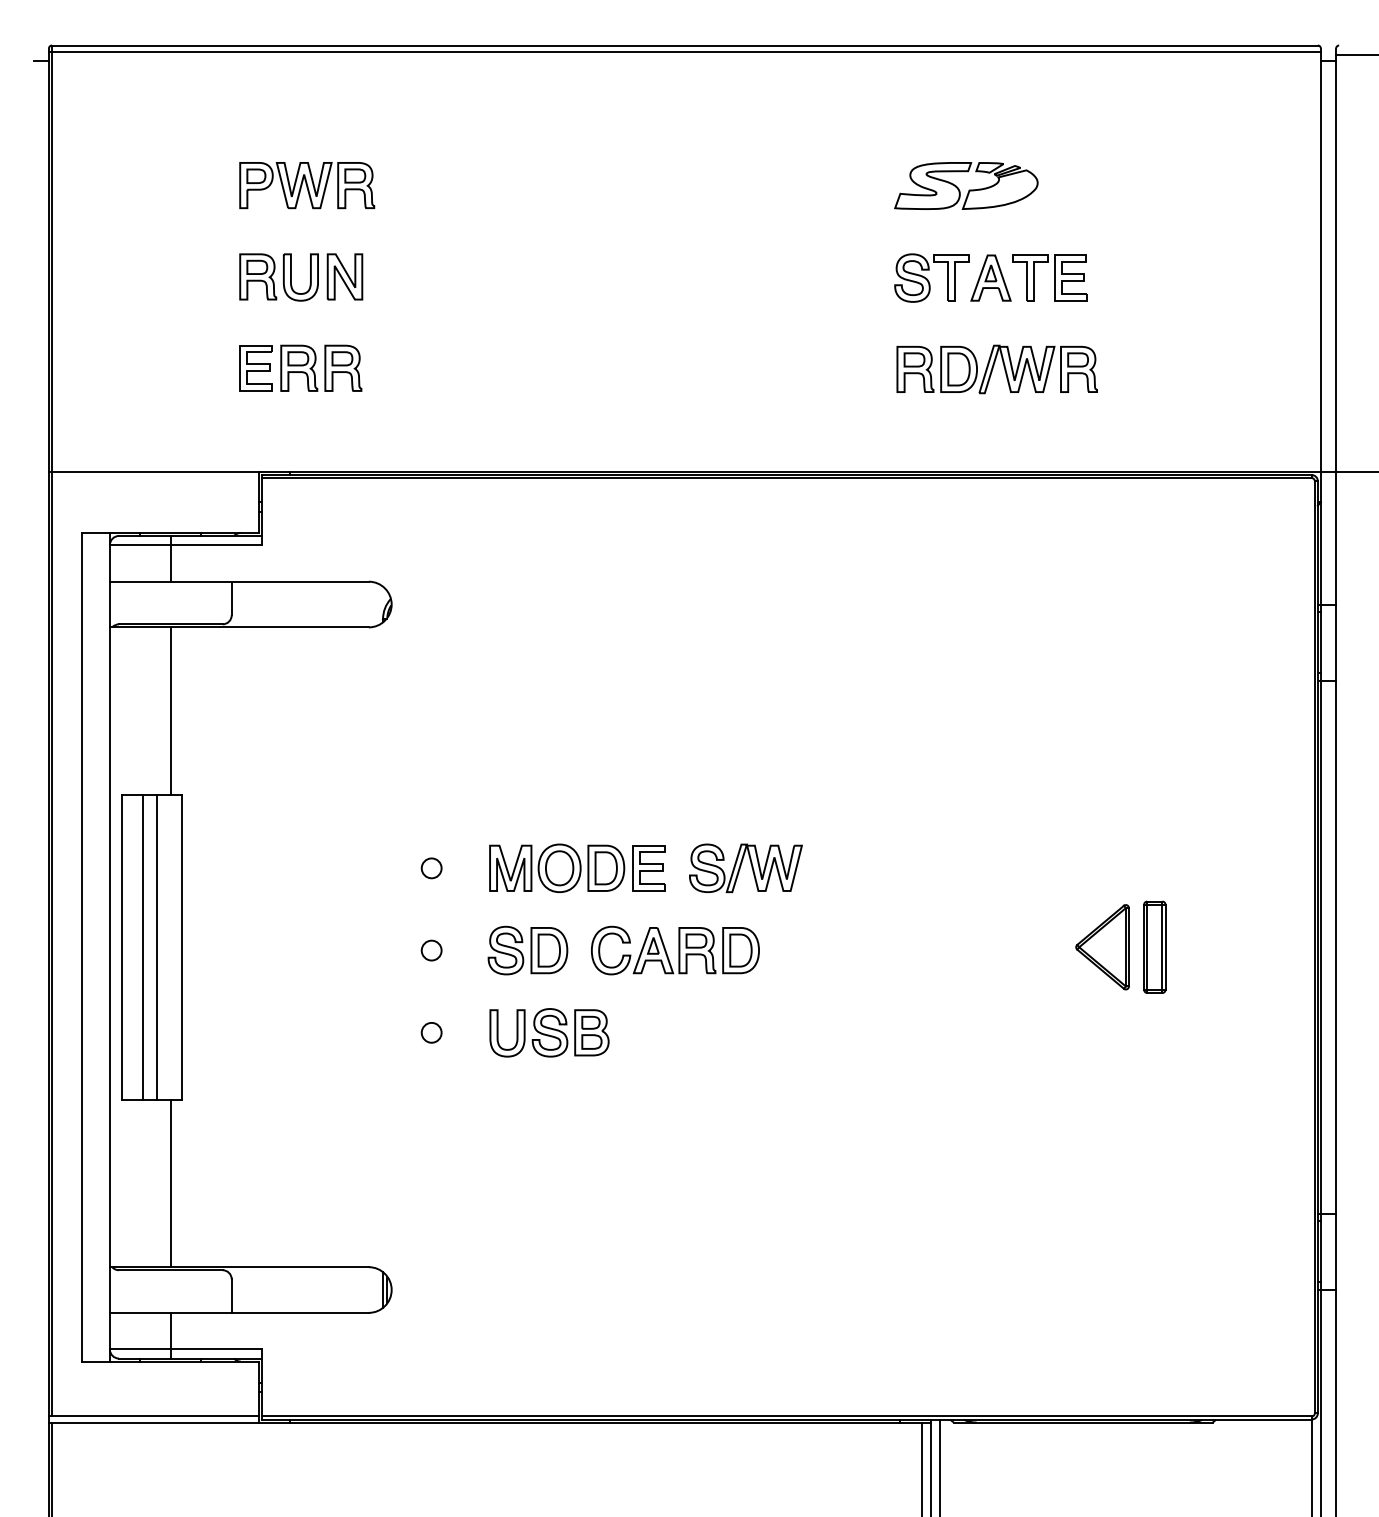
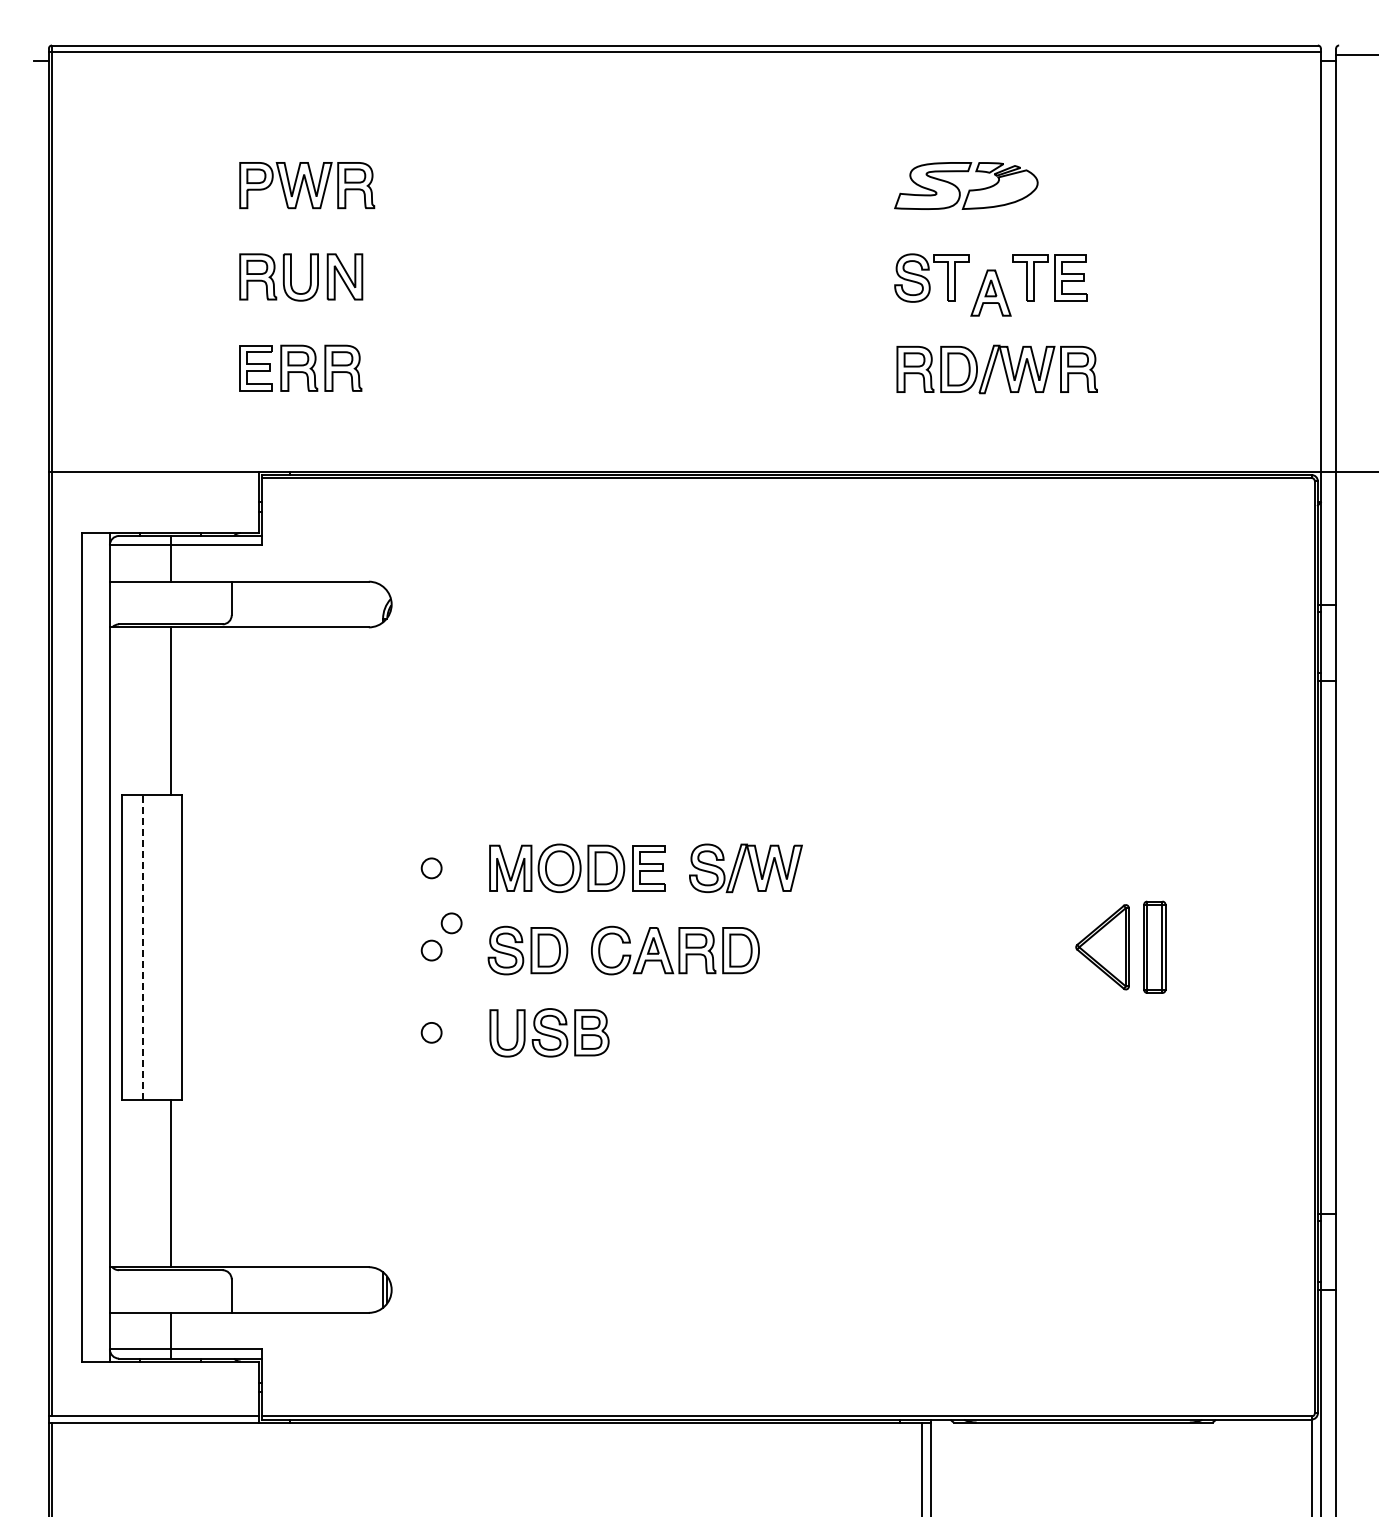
part at (990, 277) position: (990, 277) -> (990, 292)
part at (451, 923): none -> present
line at (143, 946): solid -> dashed
line at (157, 946): present -> none
line at (940, 1466): present -> none
